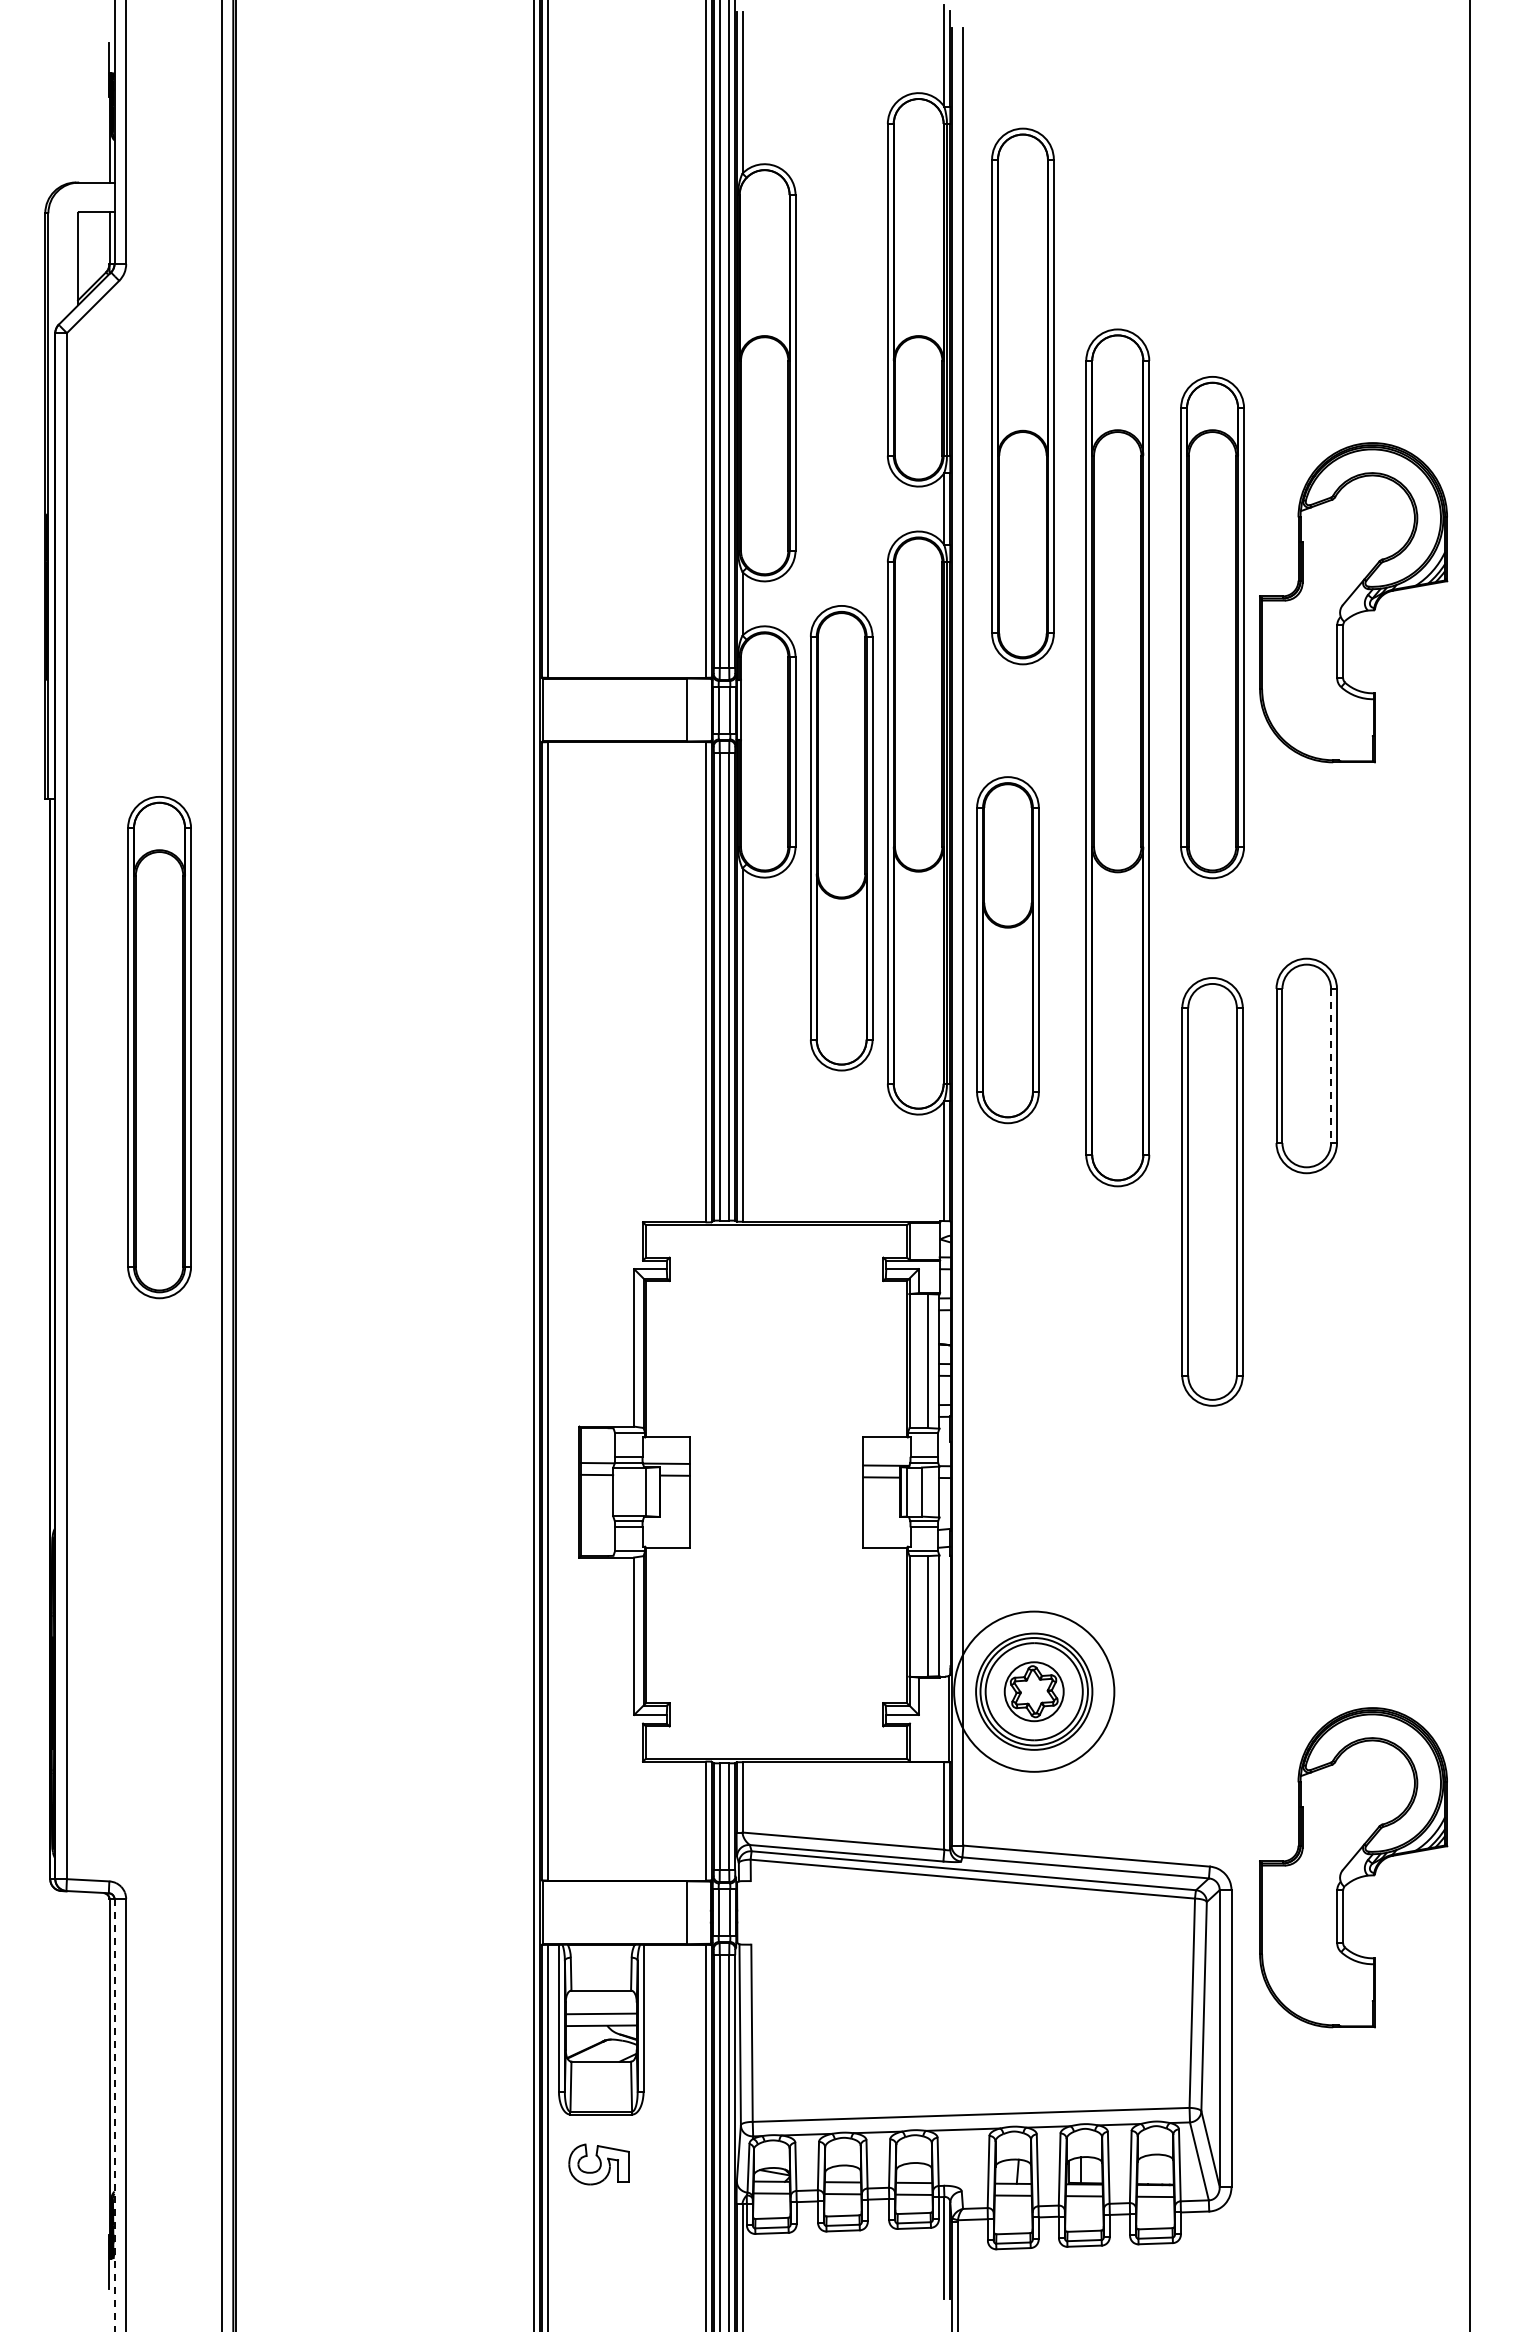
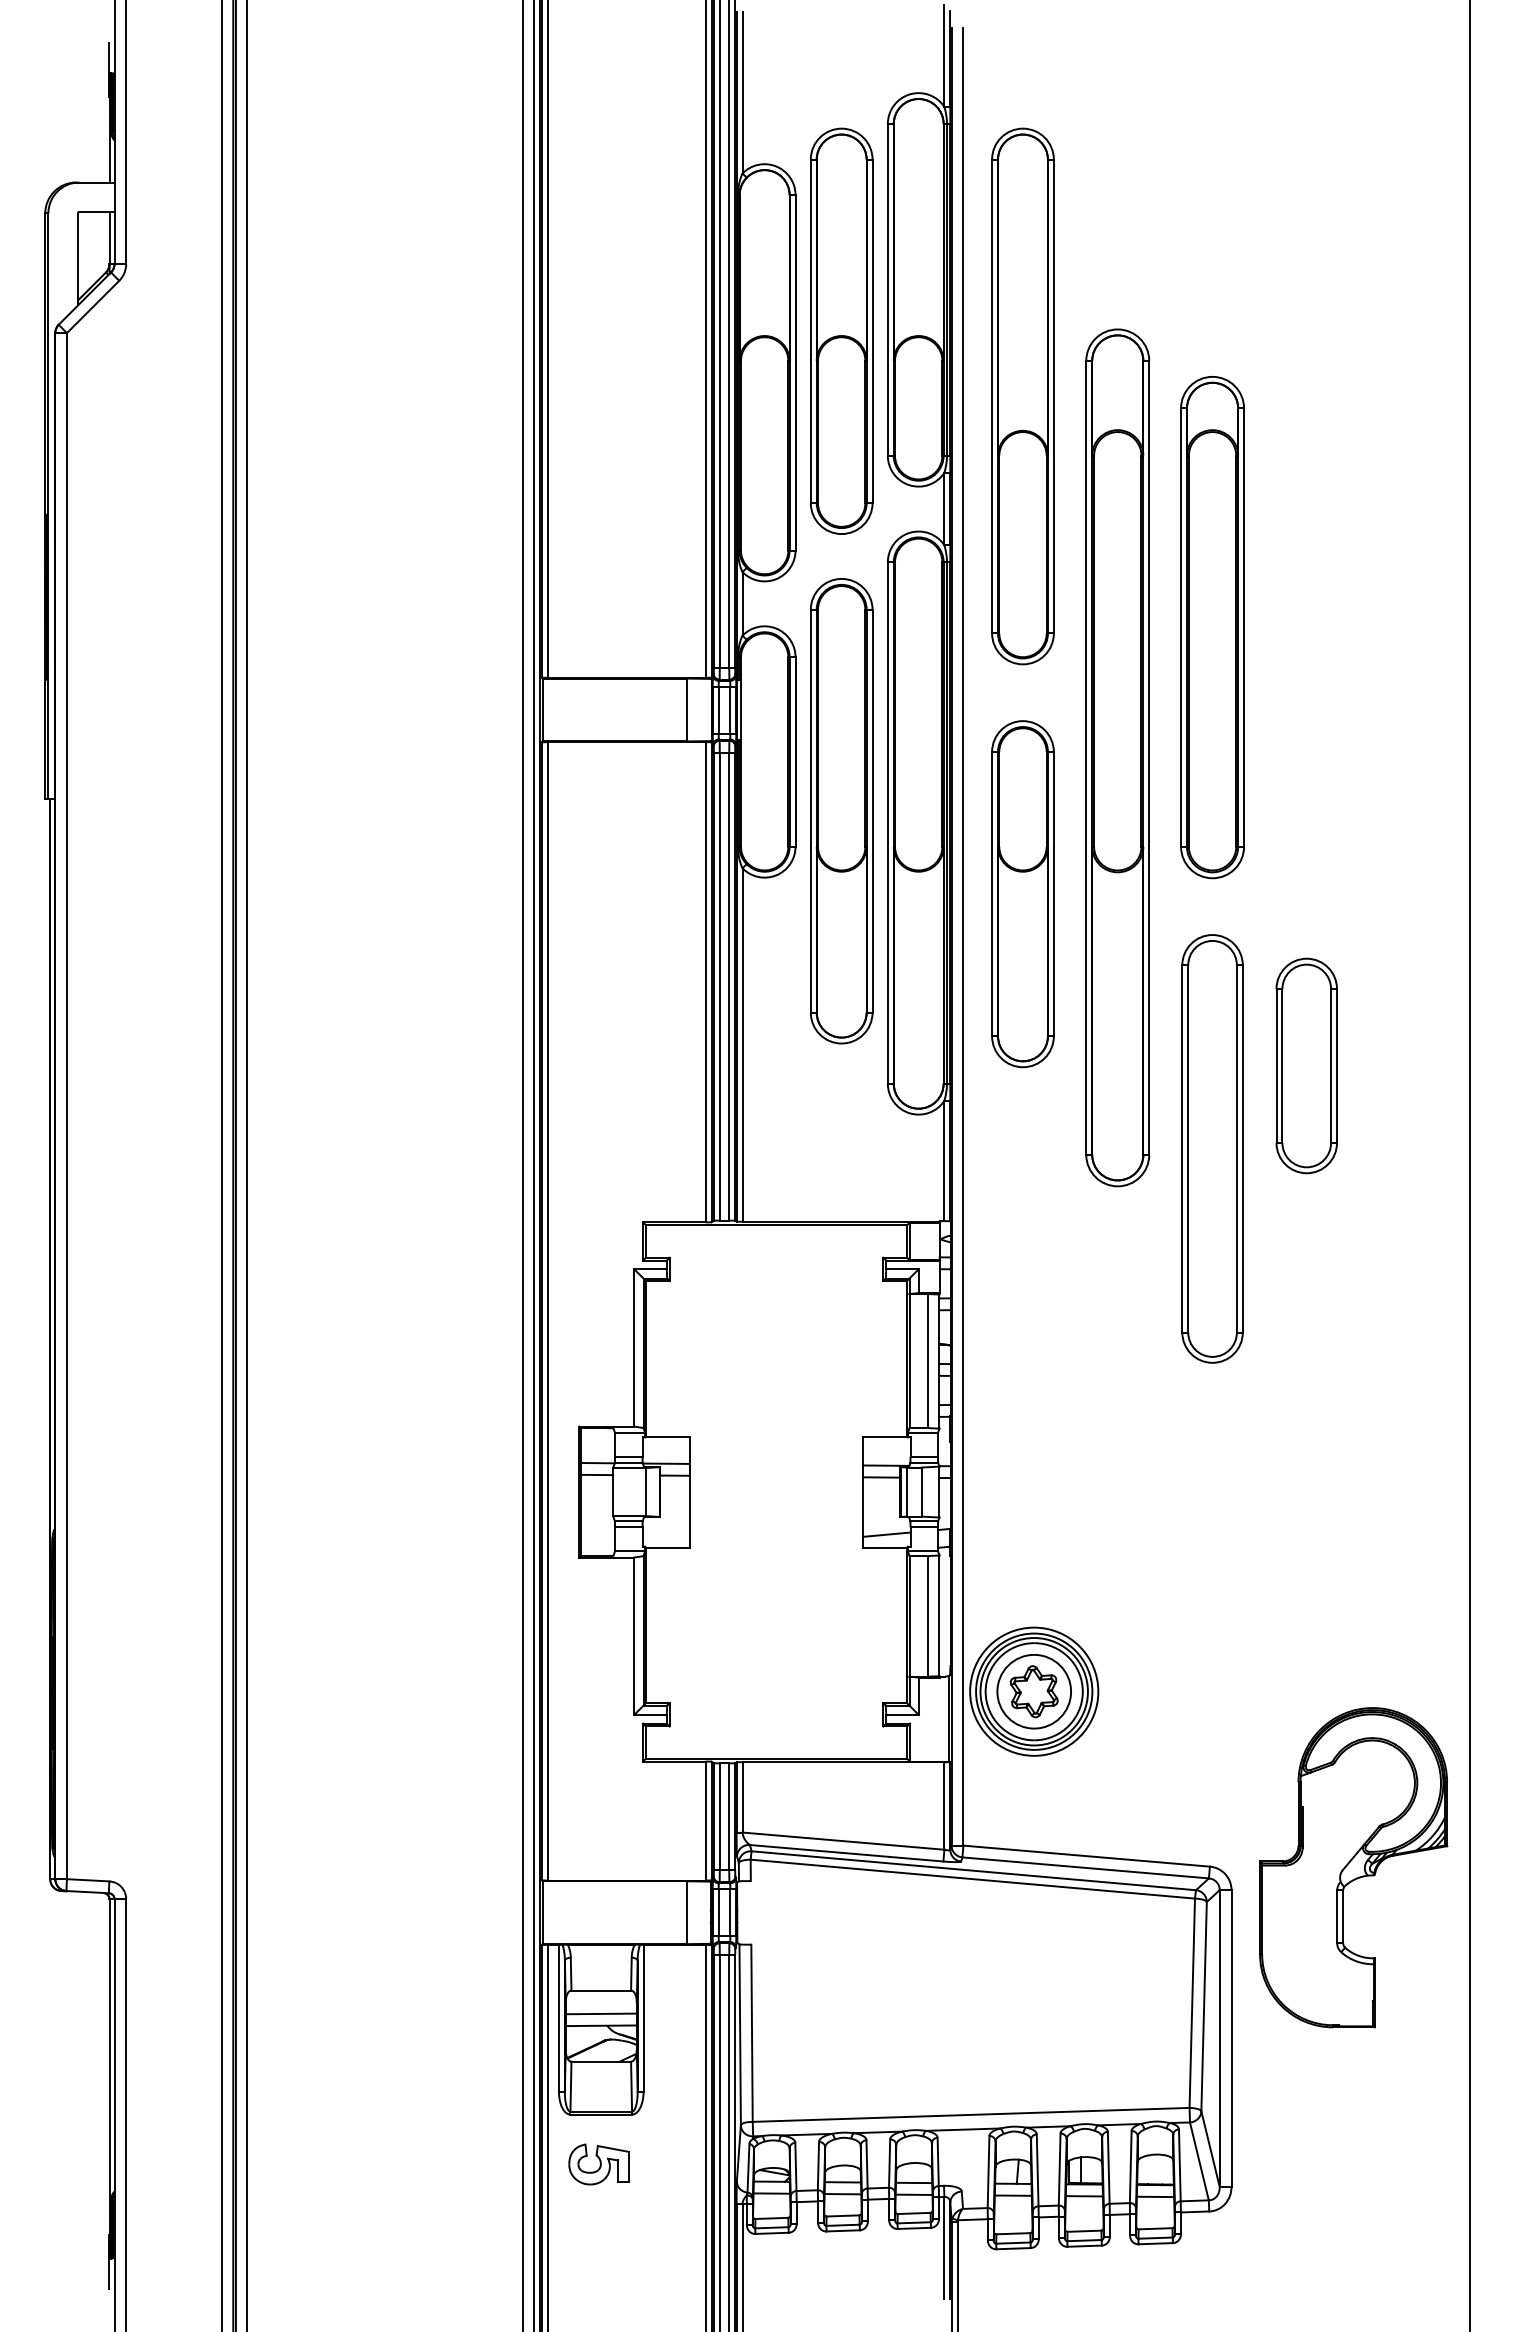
part at (841, 330): none -> present
part at (1353, 602): present -> none
part at (841, 838) position: (841, 838) -> (841, 811)
part at (1007, 950) position: (1007, 950) -> (1022, 894)
part at (159, 1047): present -> none
line at (1331, 1066): dashed -> solid
line at (247, 1165): none -> present
line at (522, 1165): none -> present
part at (1212, 1191) position: (1212, 1191) -> (1212, 1148)
line at (886, 1534): none -> present
circle at (1033, 1691) diameter: 59 px -> 74 px
circle at (1034, 1691) diameter: 160 px -> 128 px
line at (114, 2115): dashed -> solid
